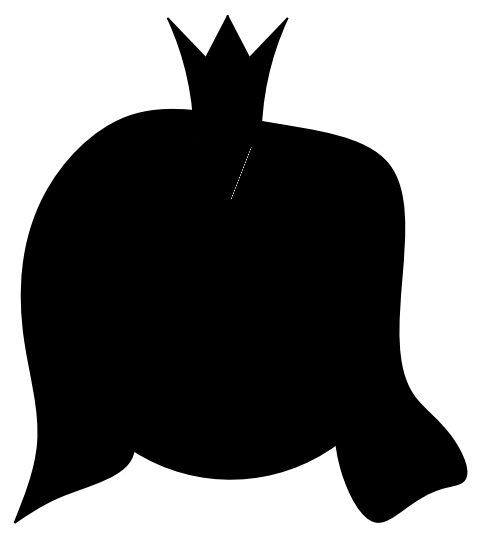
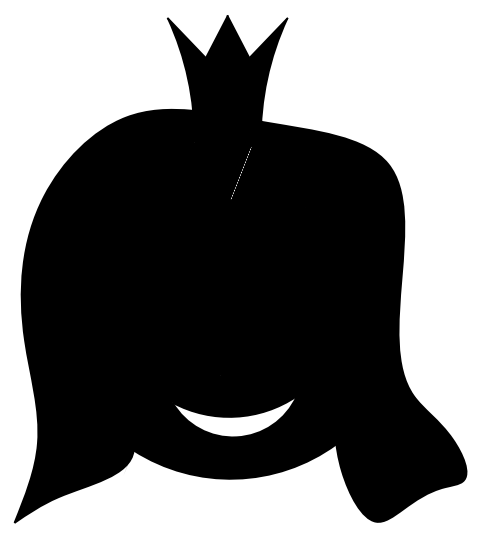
fill at (234, 416): present -> none
